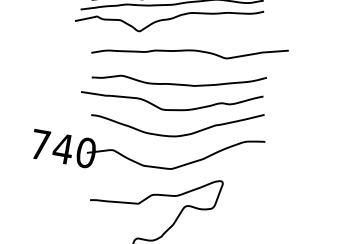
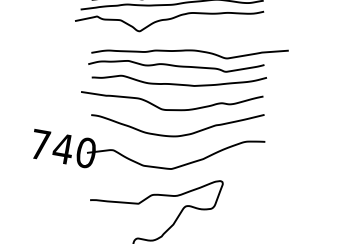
curve at (176, 66): none -> present
